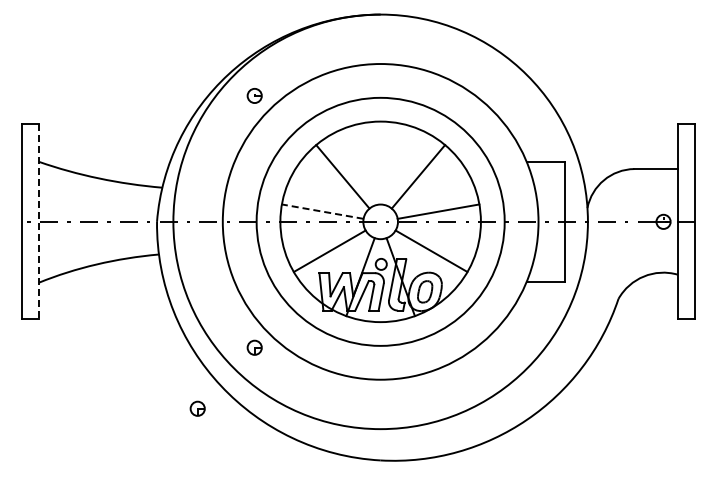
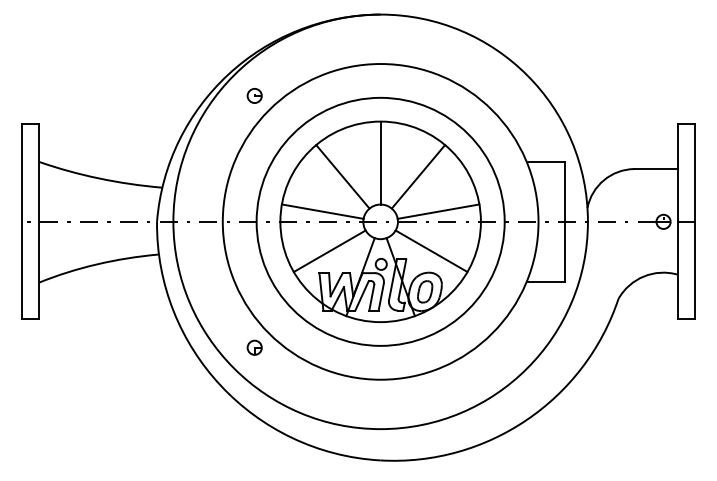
line at (380, 162): none -> present
line at (322, 211): dashed -> solid
line at (39, 221): dashed -> solid
part at (197, 408): present -> none
